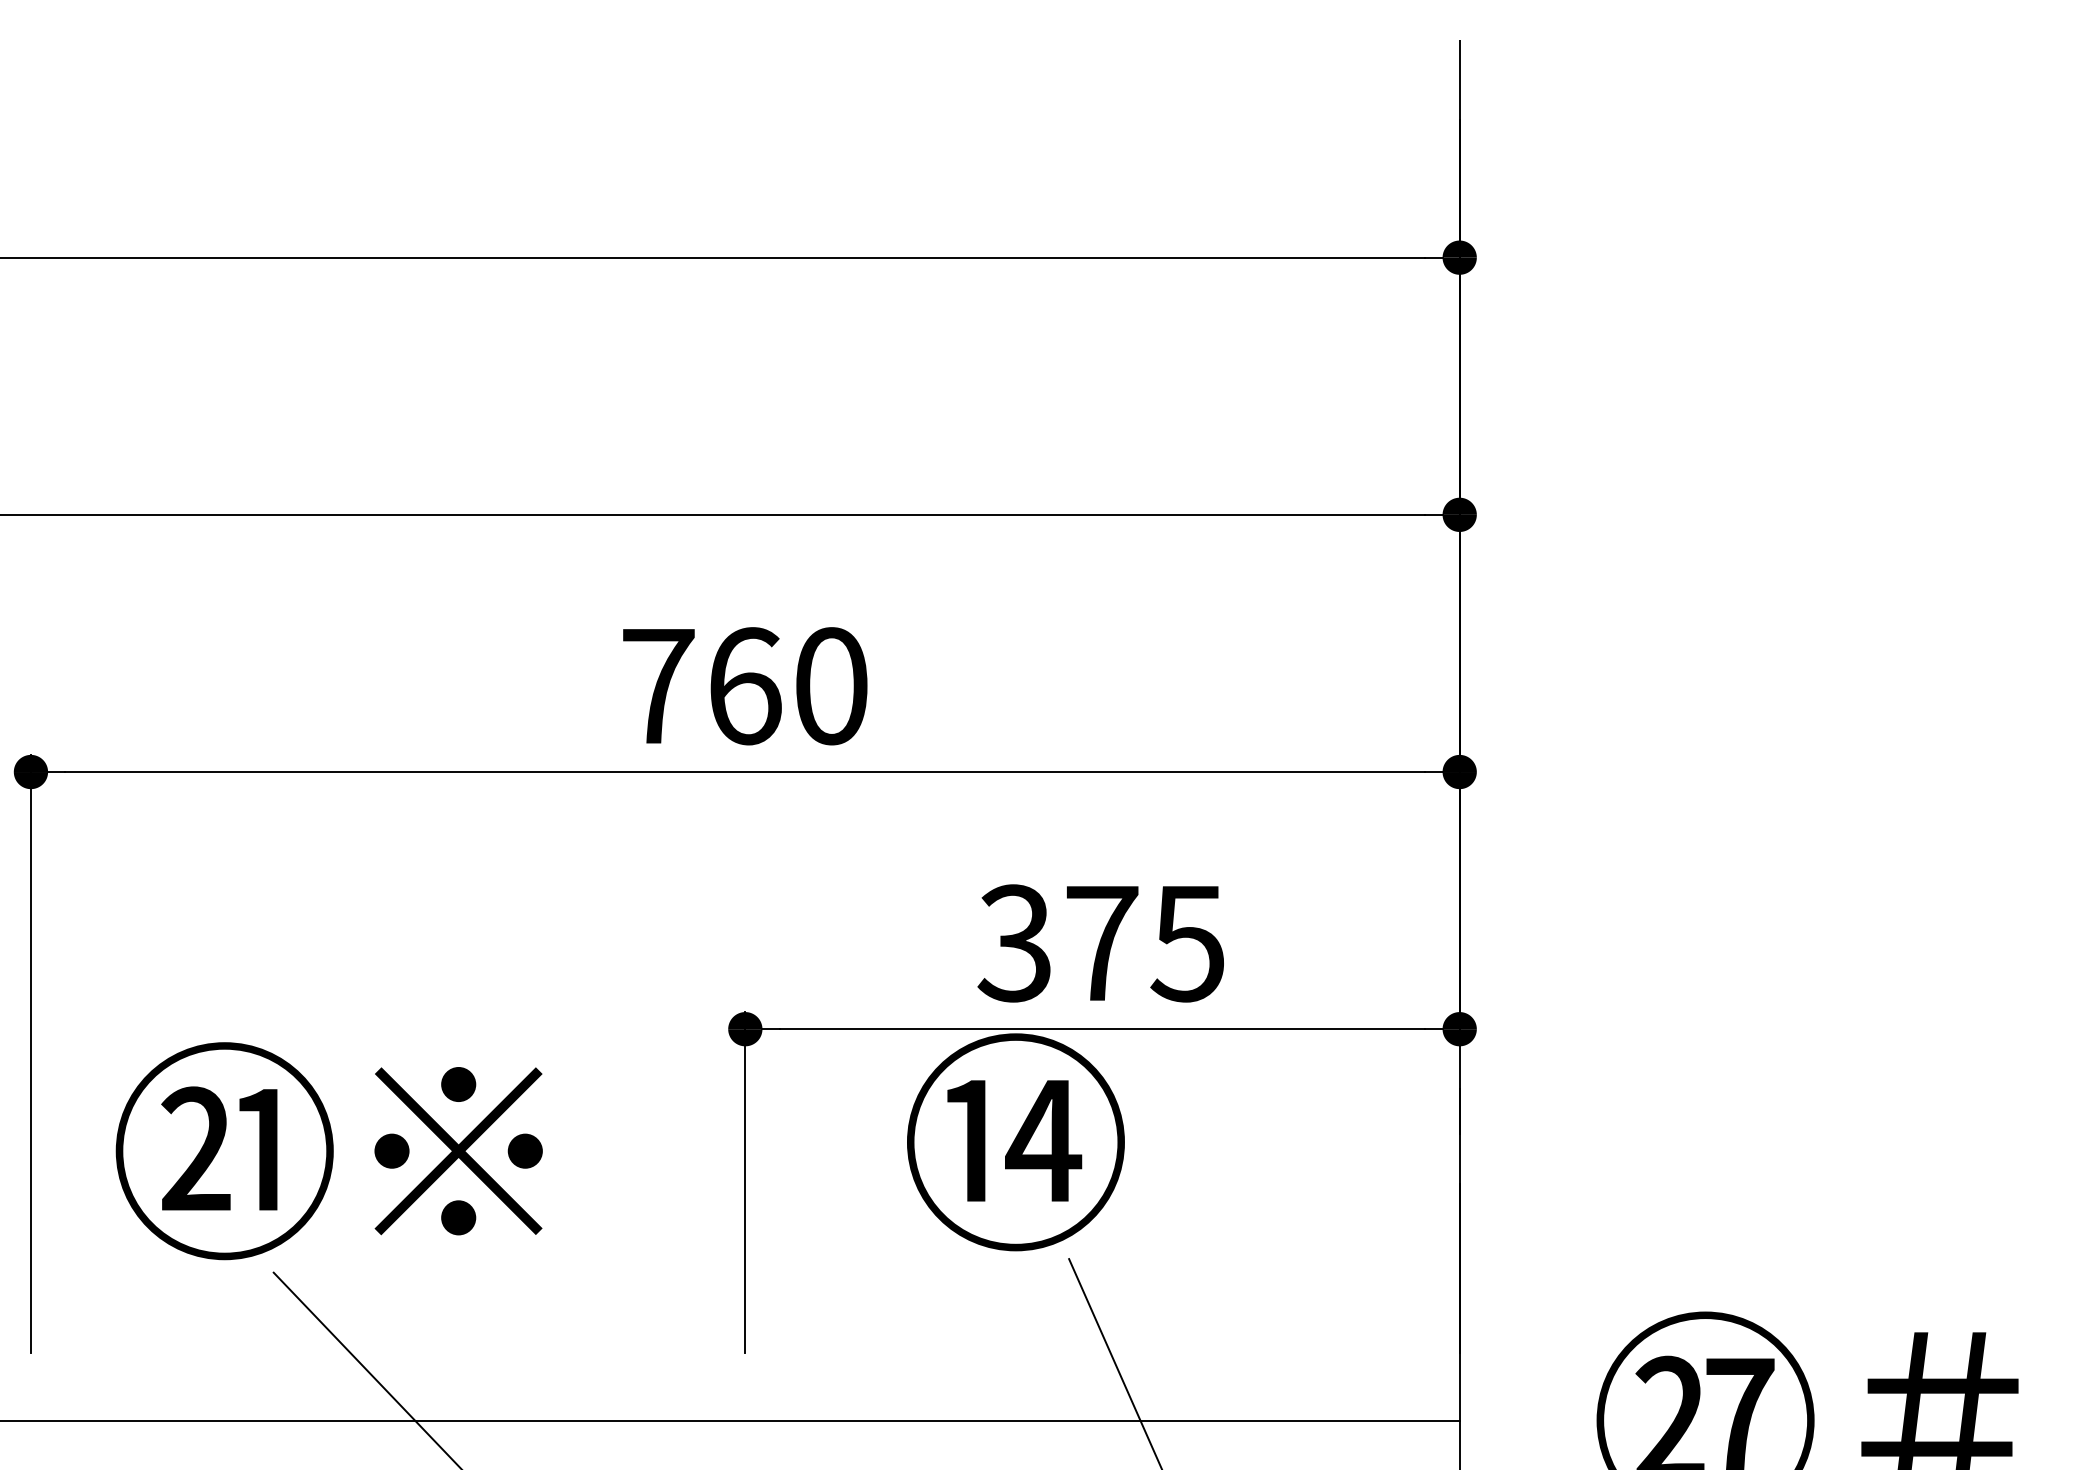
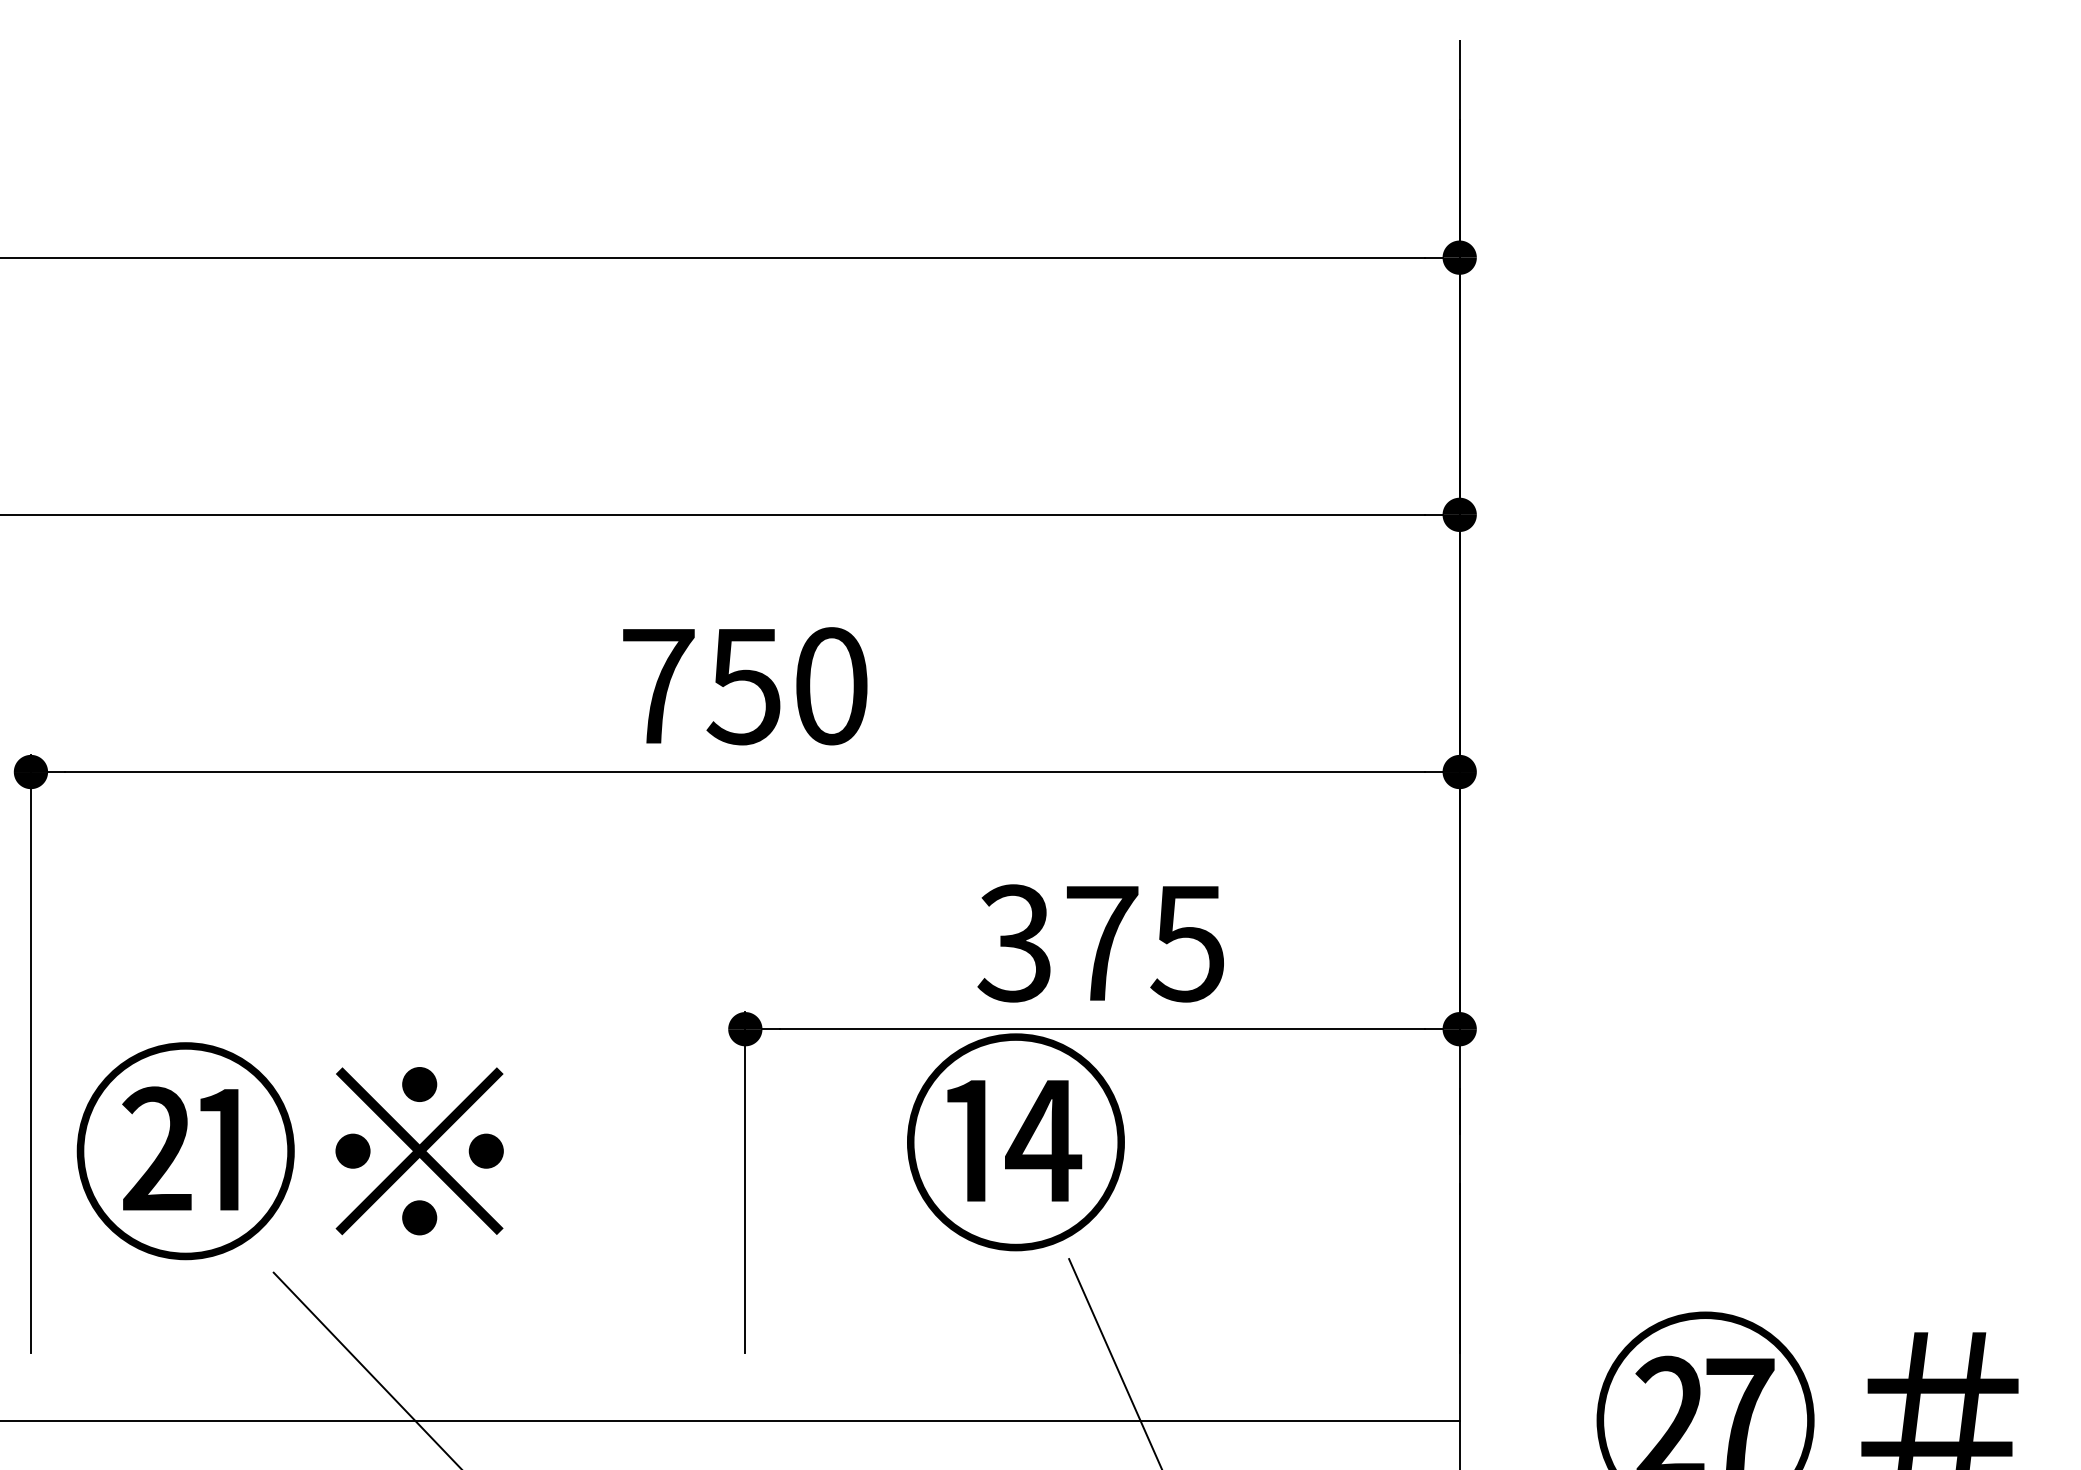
text at (743, 686): 760 -> 750
text at (328, 1151) position: (328, 1151) -> (289, 1151)
